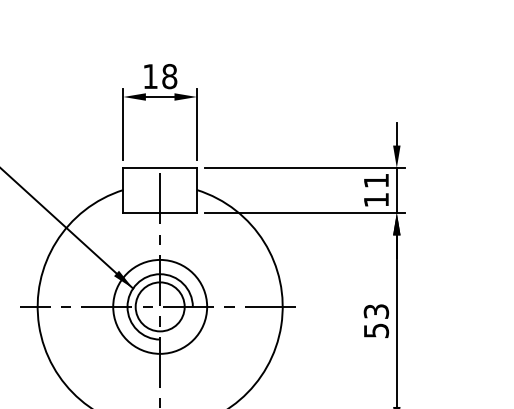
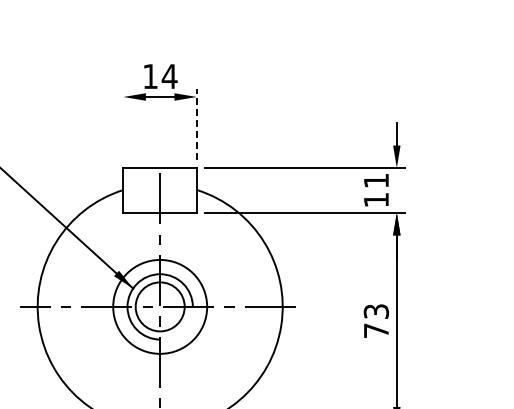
text at (169, 76): 18 -> 14
line at (123, 123): present -> none
line at (196, 124): solid -> dashed
line at (396, 190): present -> none
text at (376, 330): 53 -> 73
